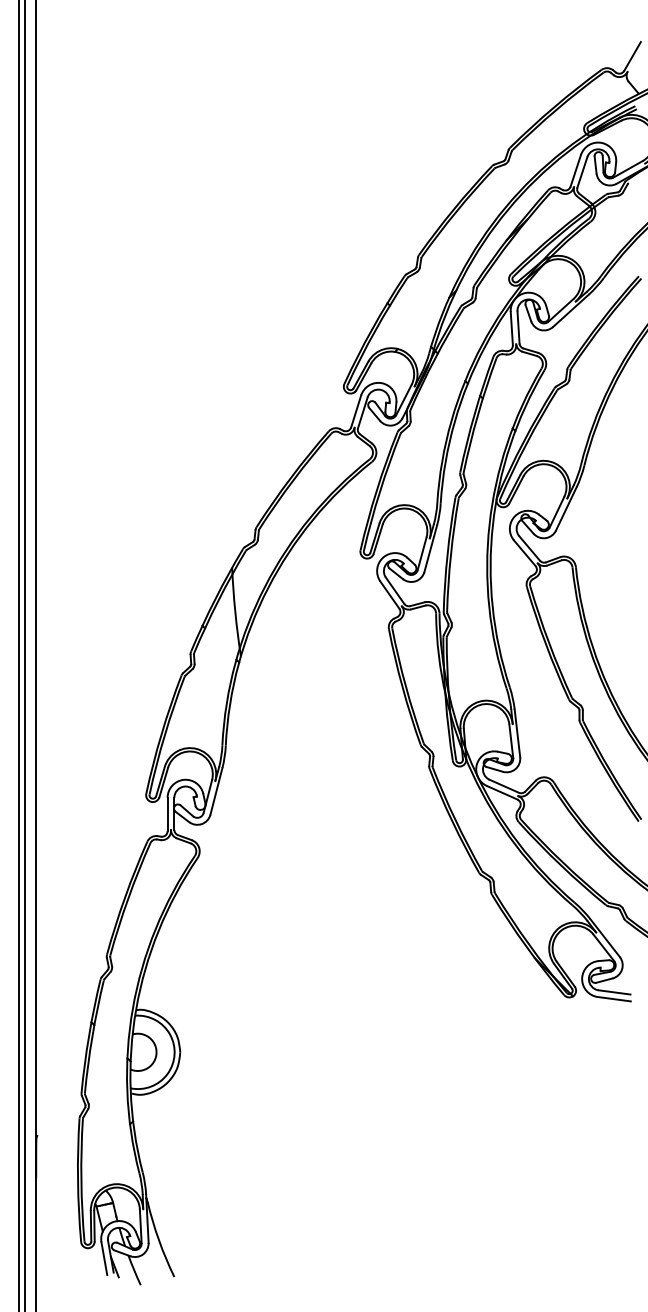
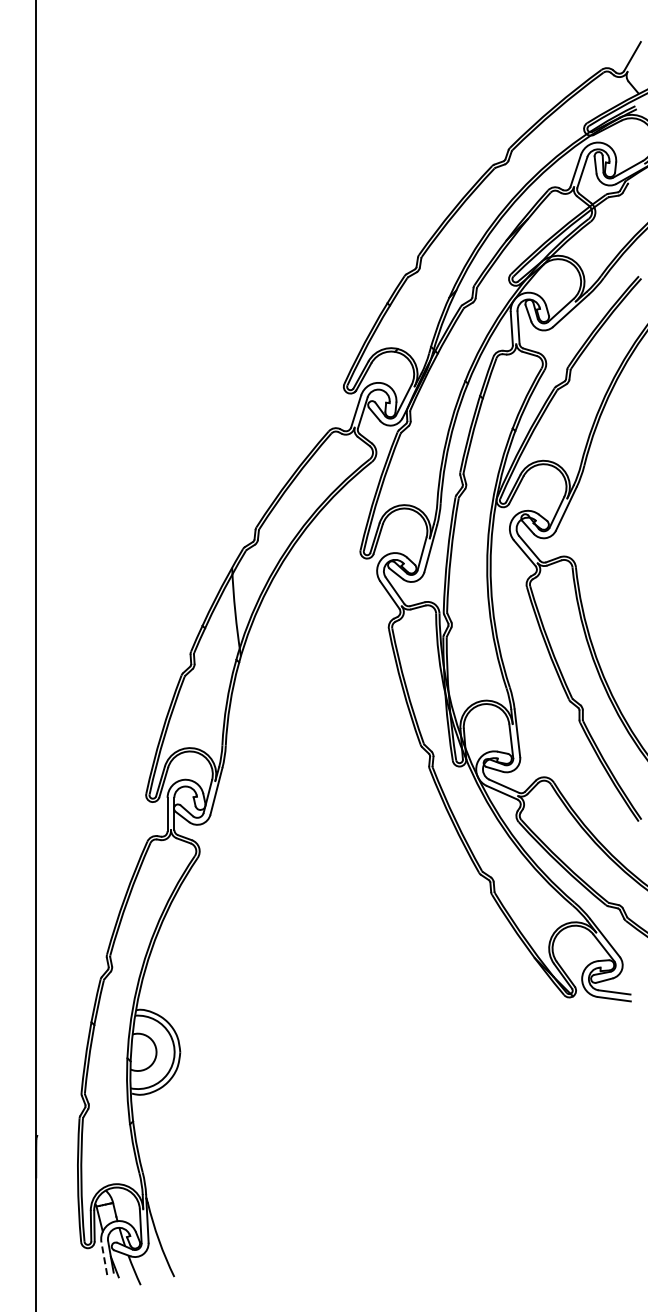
line at (19, 655): present -> none
line at (24, 655): present -> none
line at (104, 1258): solid -> dashed
